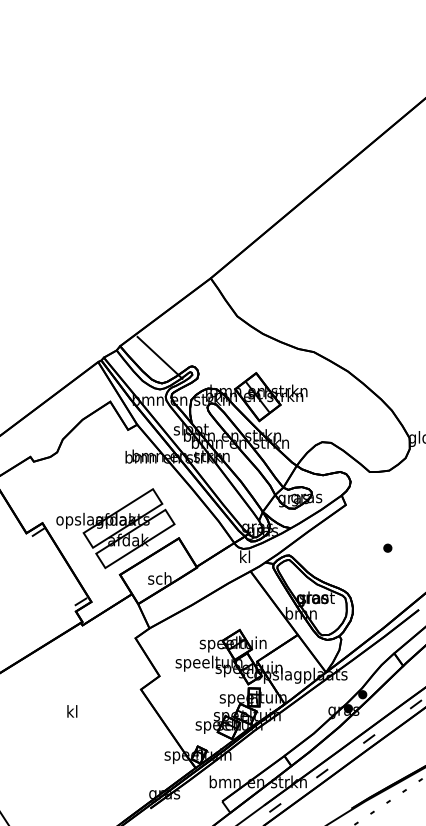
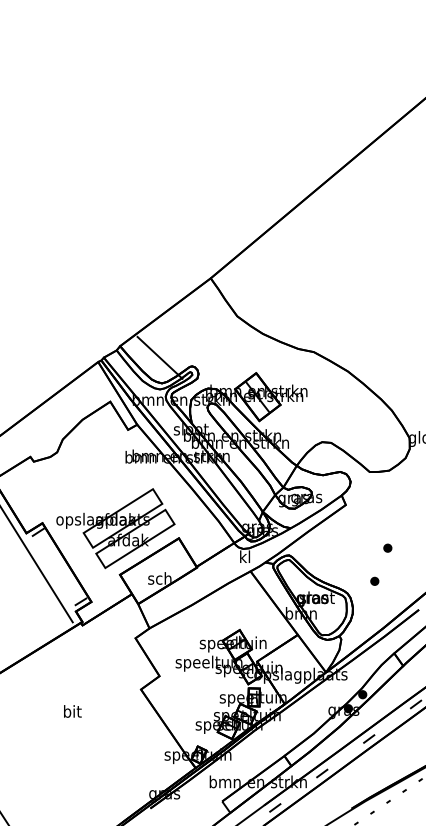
line at (37, 565): none -> present
part at (374, 580): none -> present
text at (72, 711): kl -> bit
